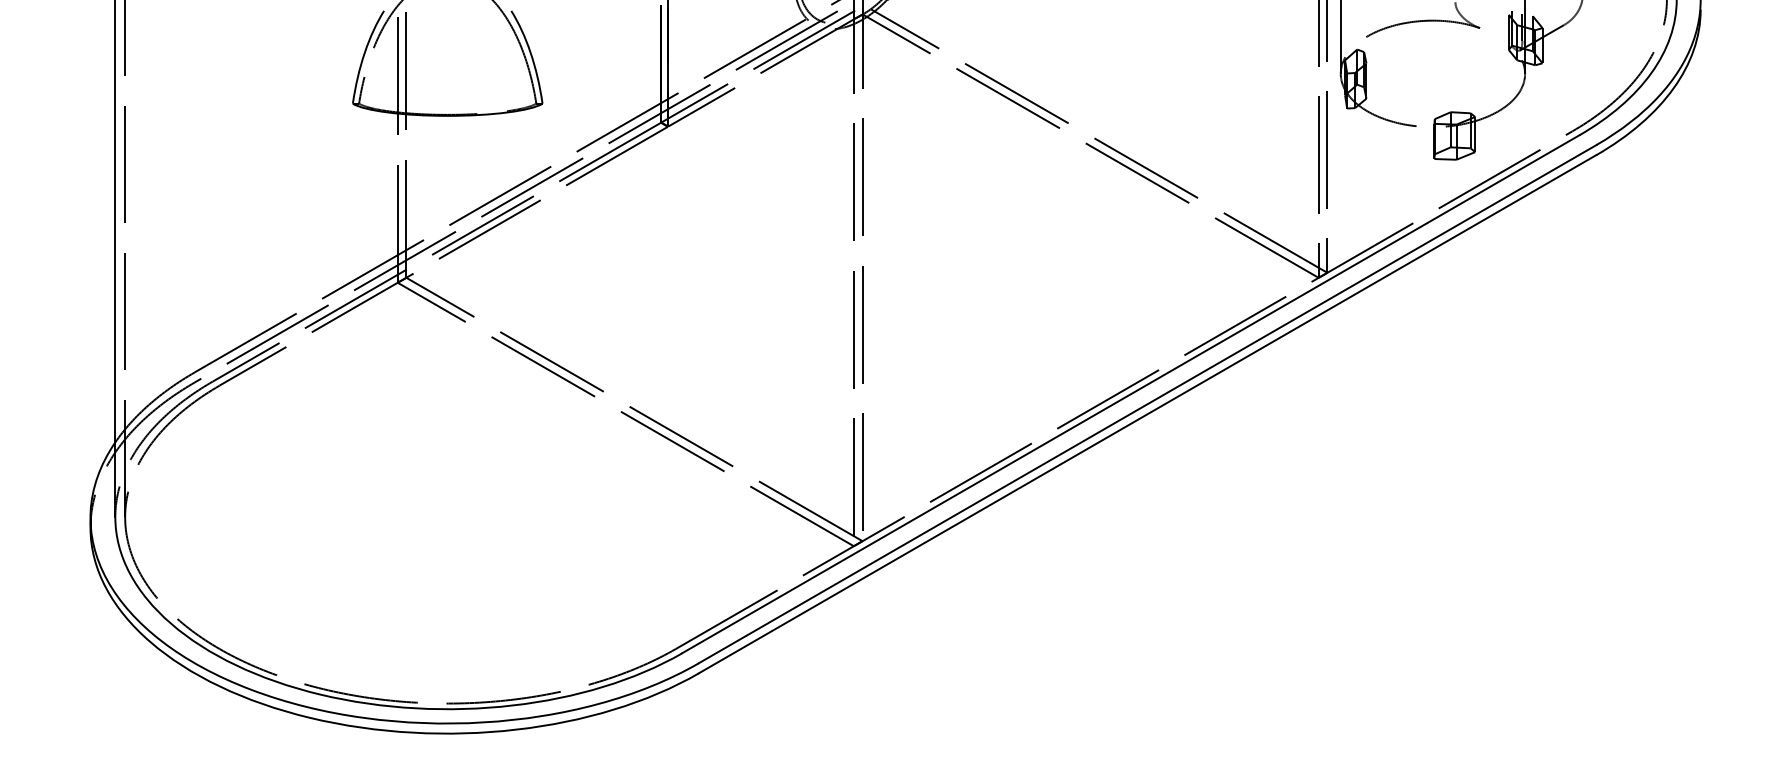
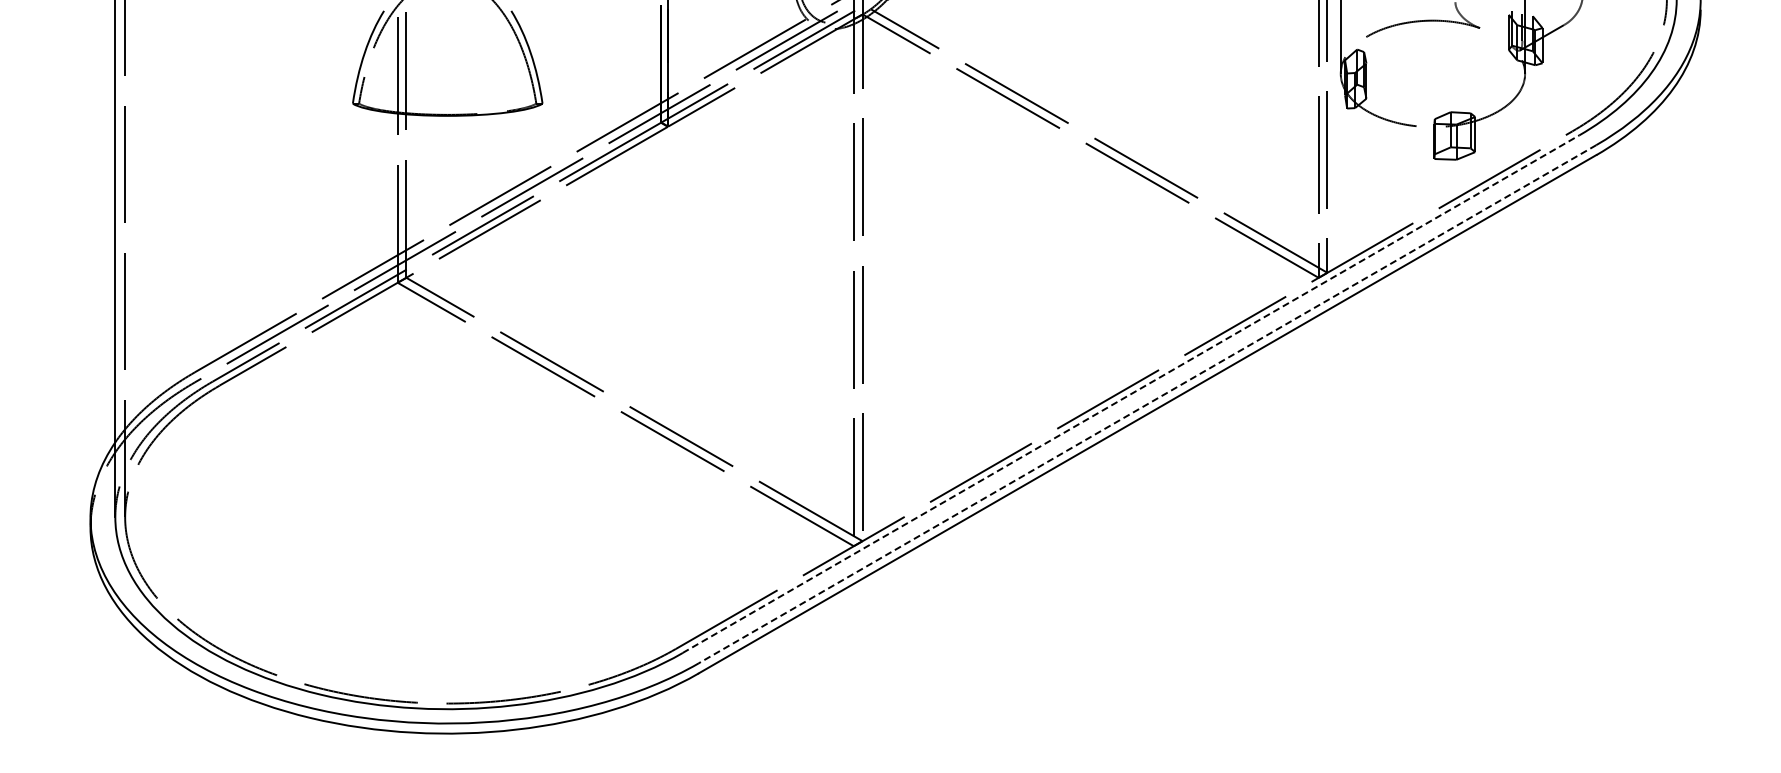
line at (1131, 394): solid -> dashed
line at (1147, 404): solid -> dashed
